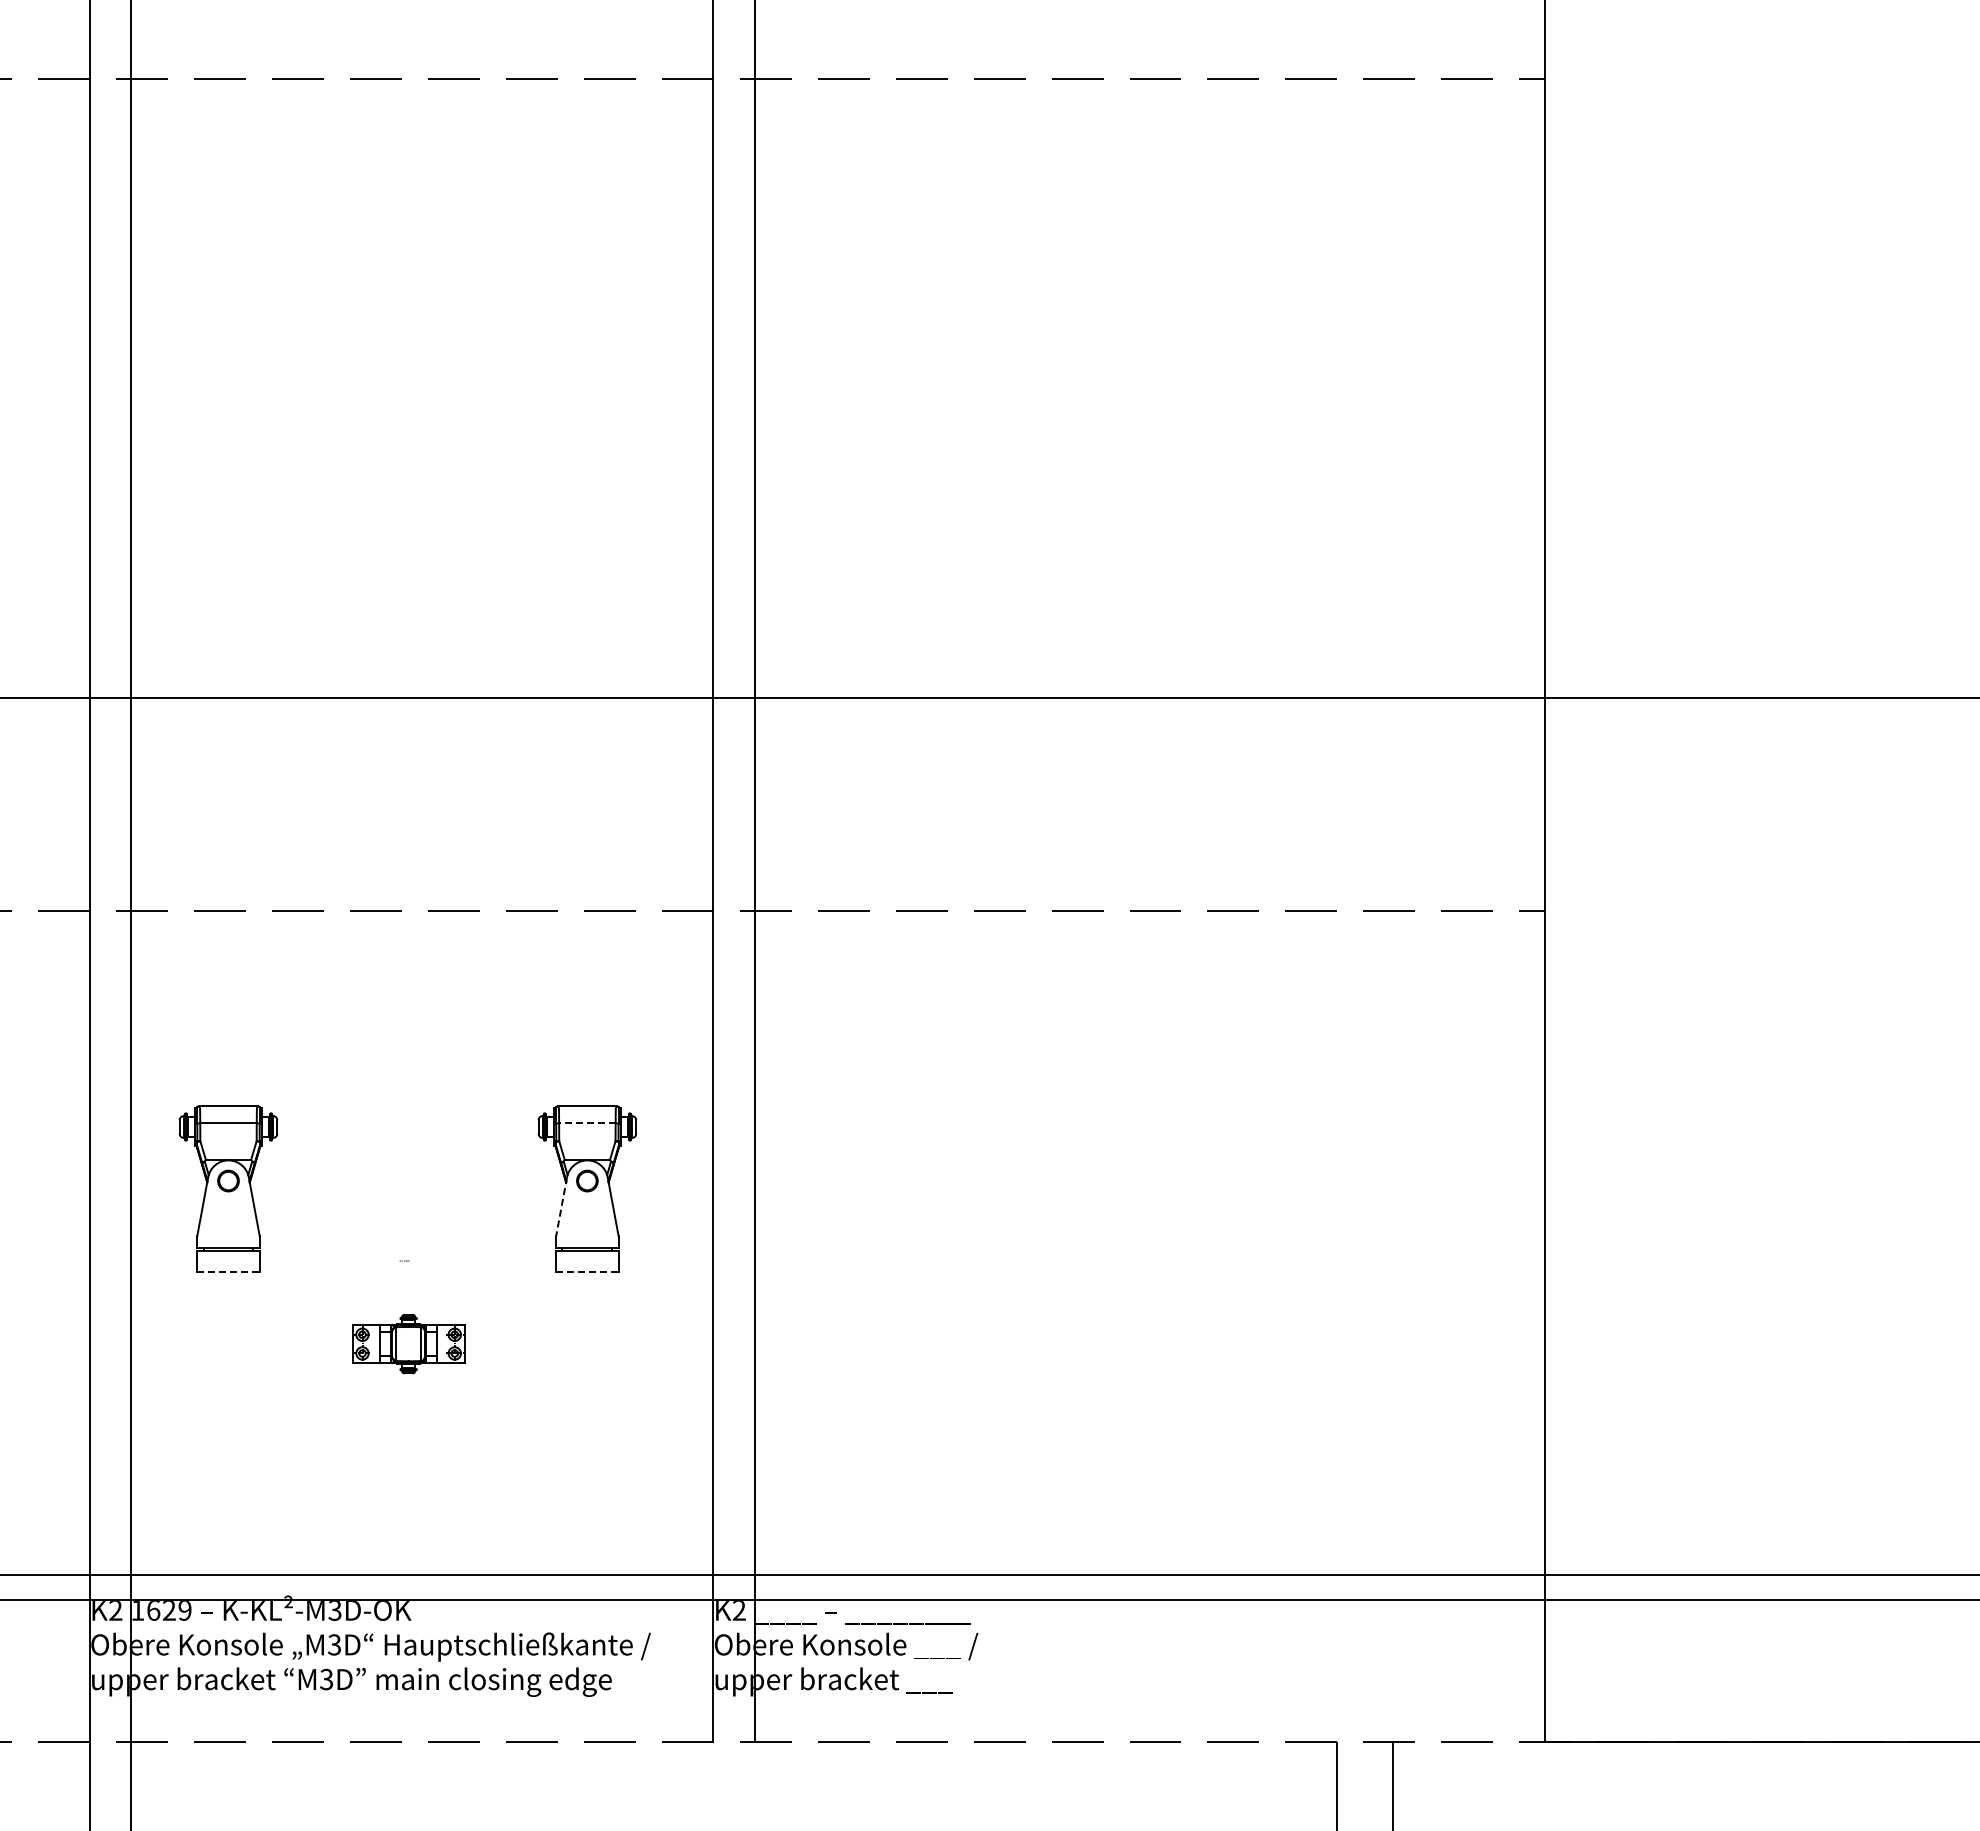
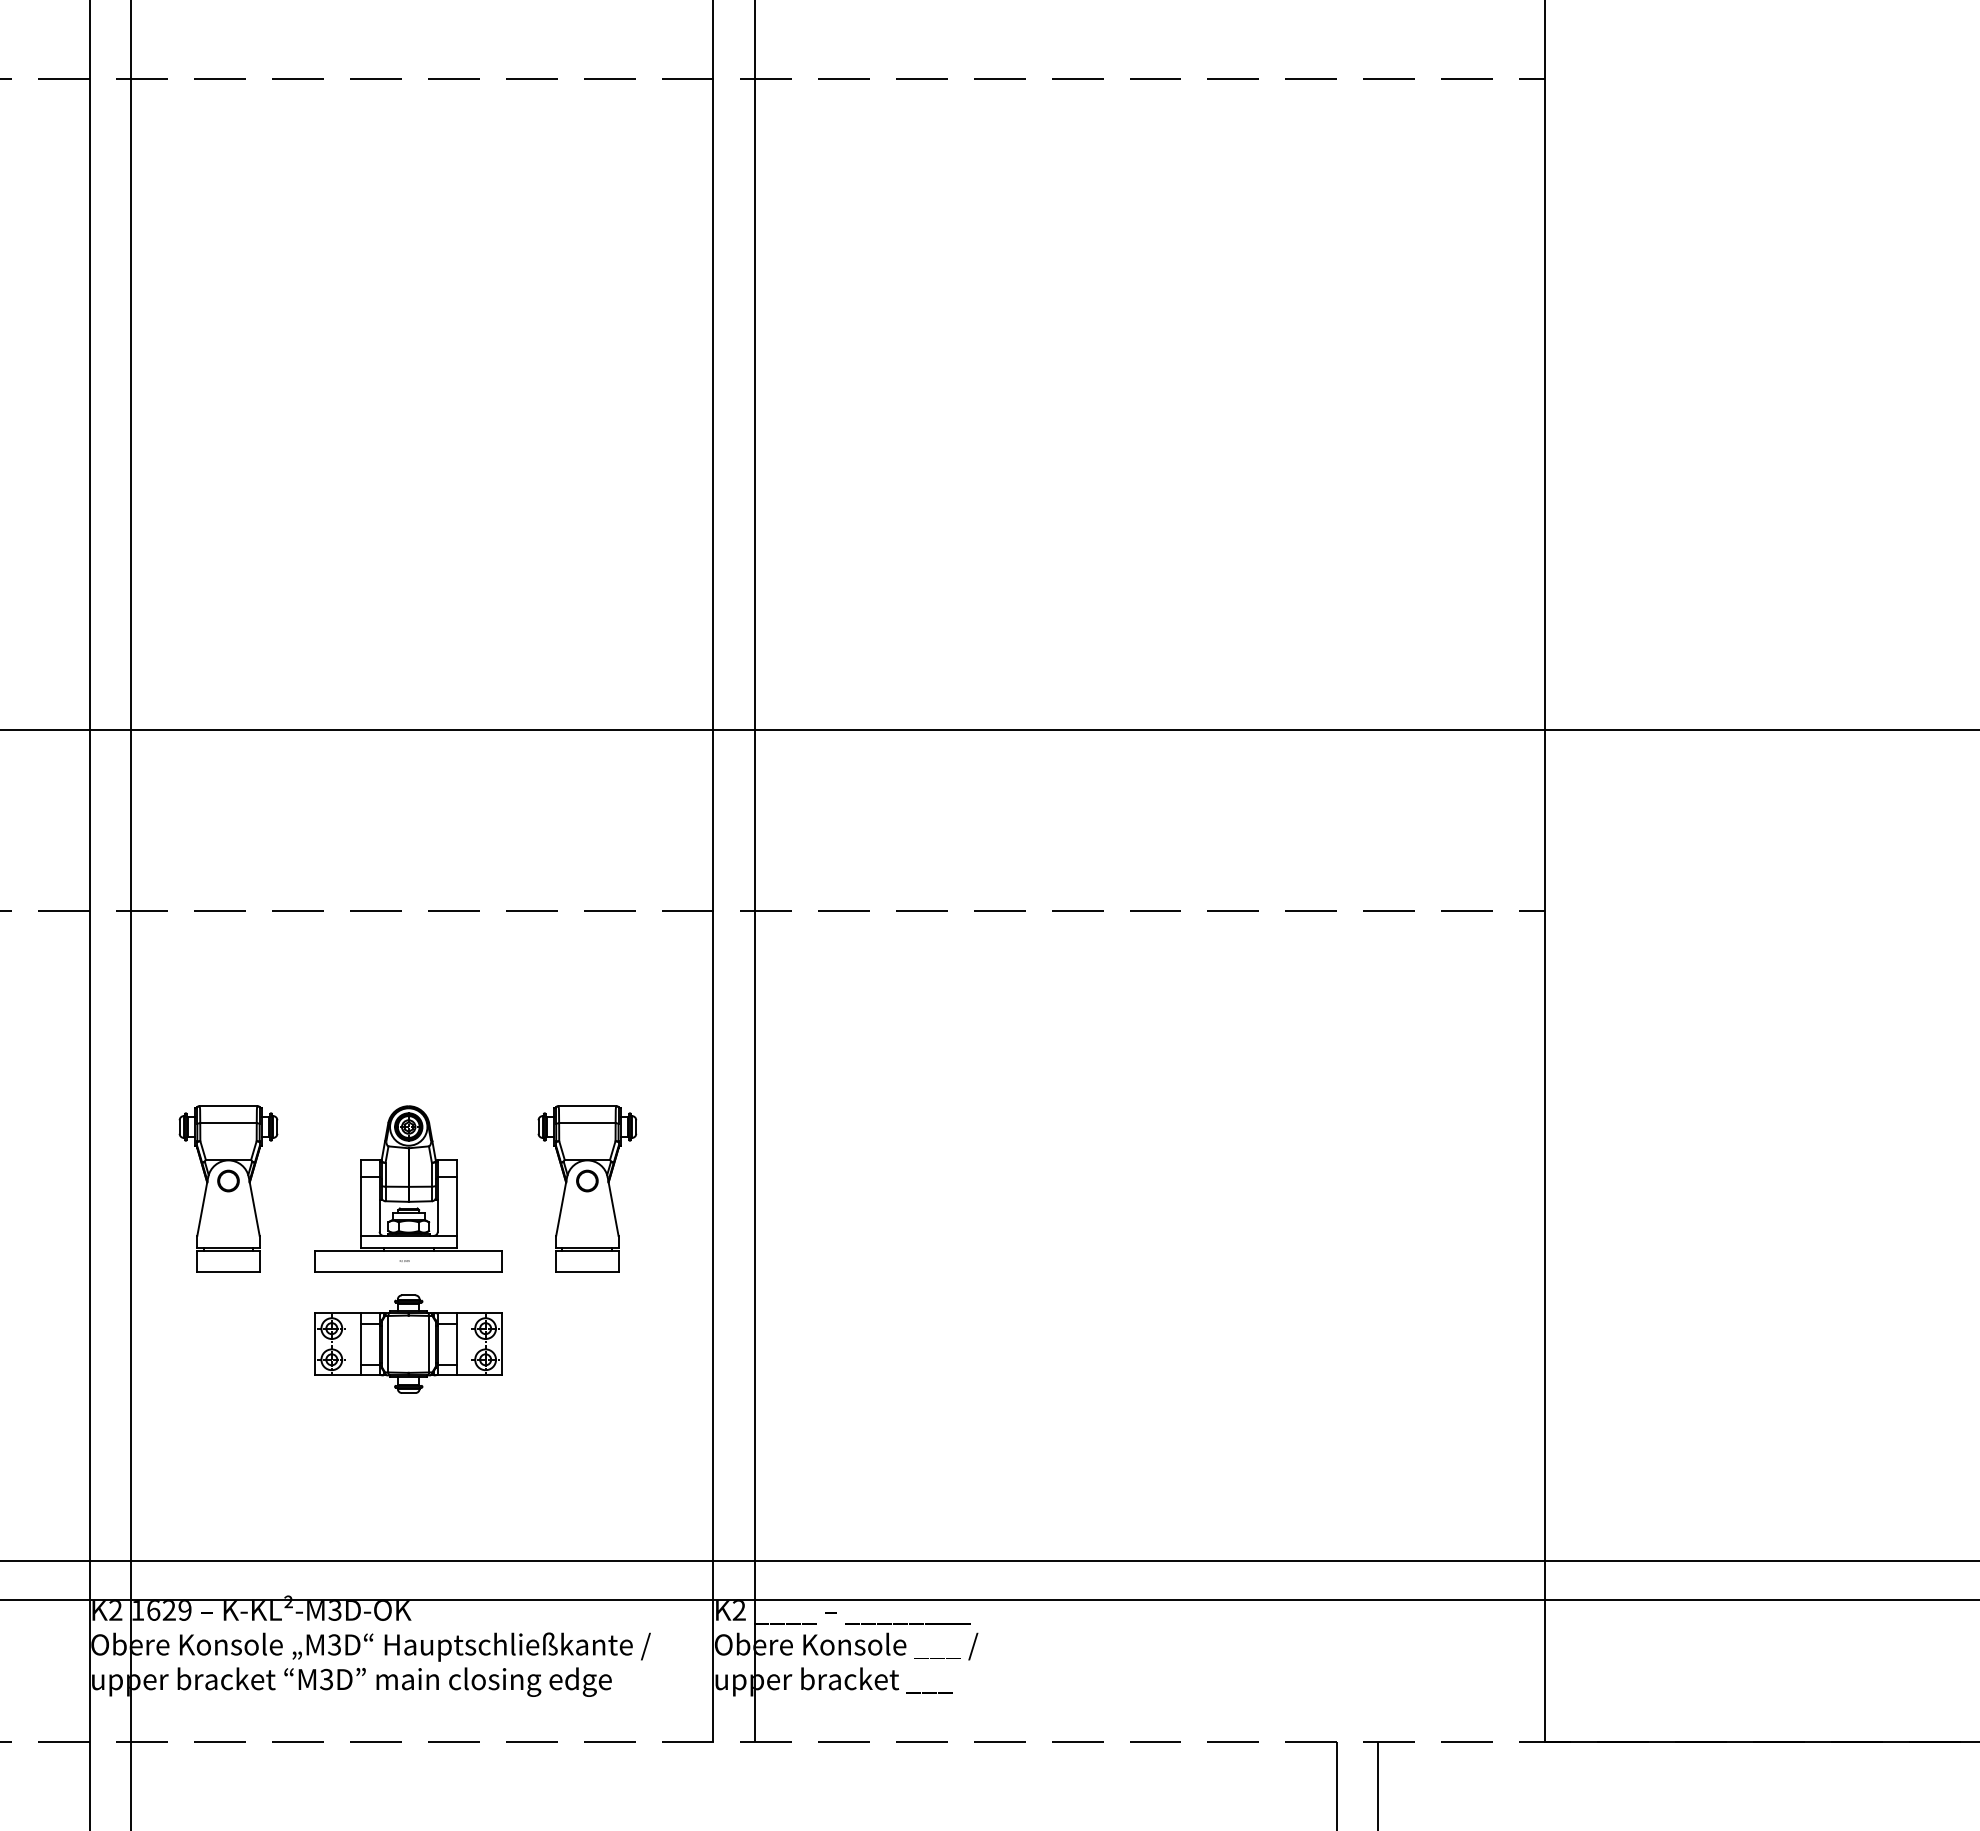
line at (989, 697) position: (989, 697) -> (989, 729)
line at (586, 1123): dashed -> solid
part at (408, 1188): none -> present
line at (561, 1206): dashed -> solid
line at (229, 1271): dashed -> solid
line at (587, 1271): dashed -> solid
part at (408, 1344) size: 114x61 px -> 189x100 px
line at (989, 1575) position: (989, 1575) -> (989, 1561)
line at (1393, 1784) position: (1393, 1784) -> (1378, 1784)
